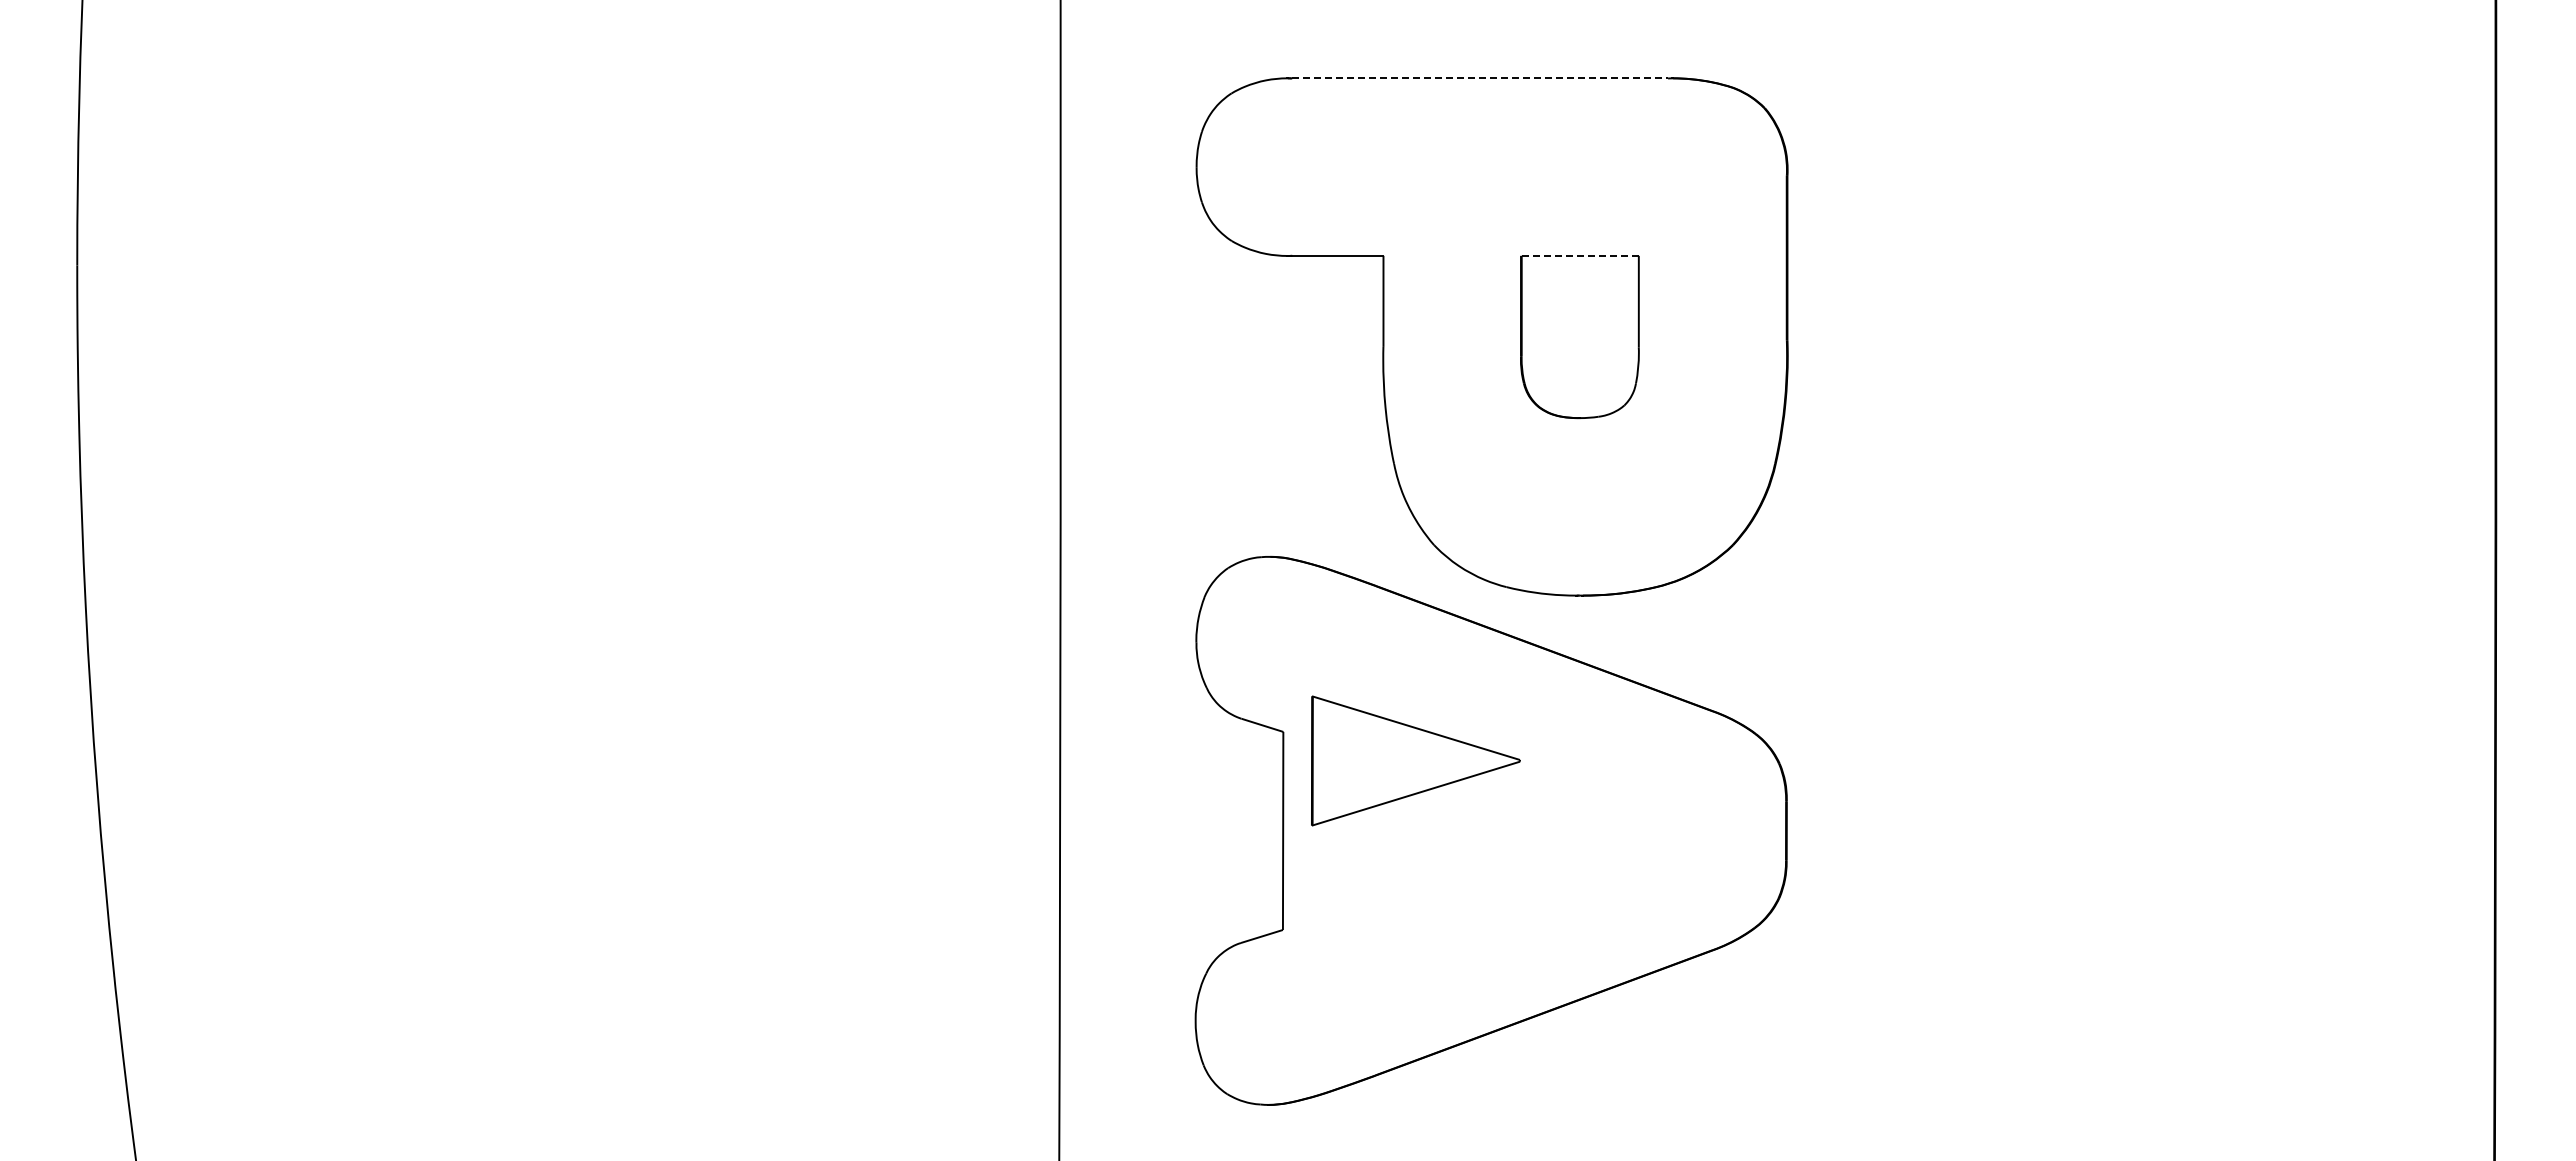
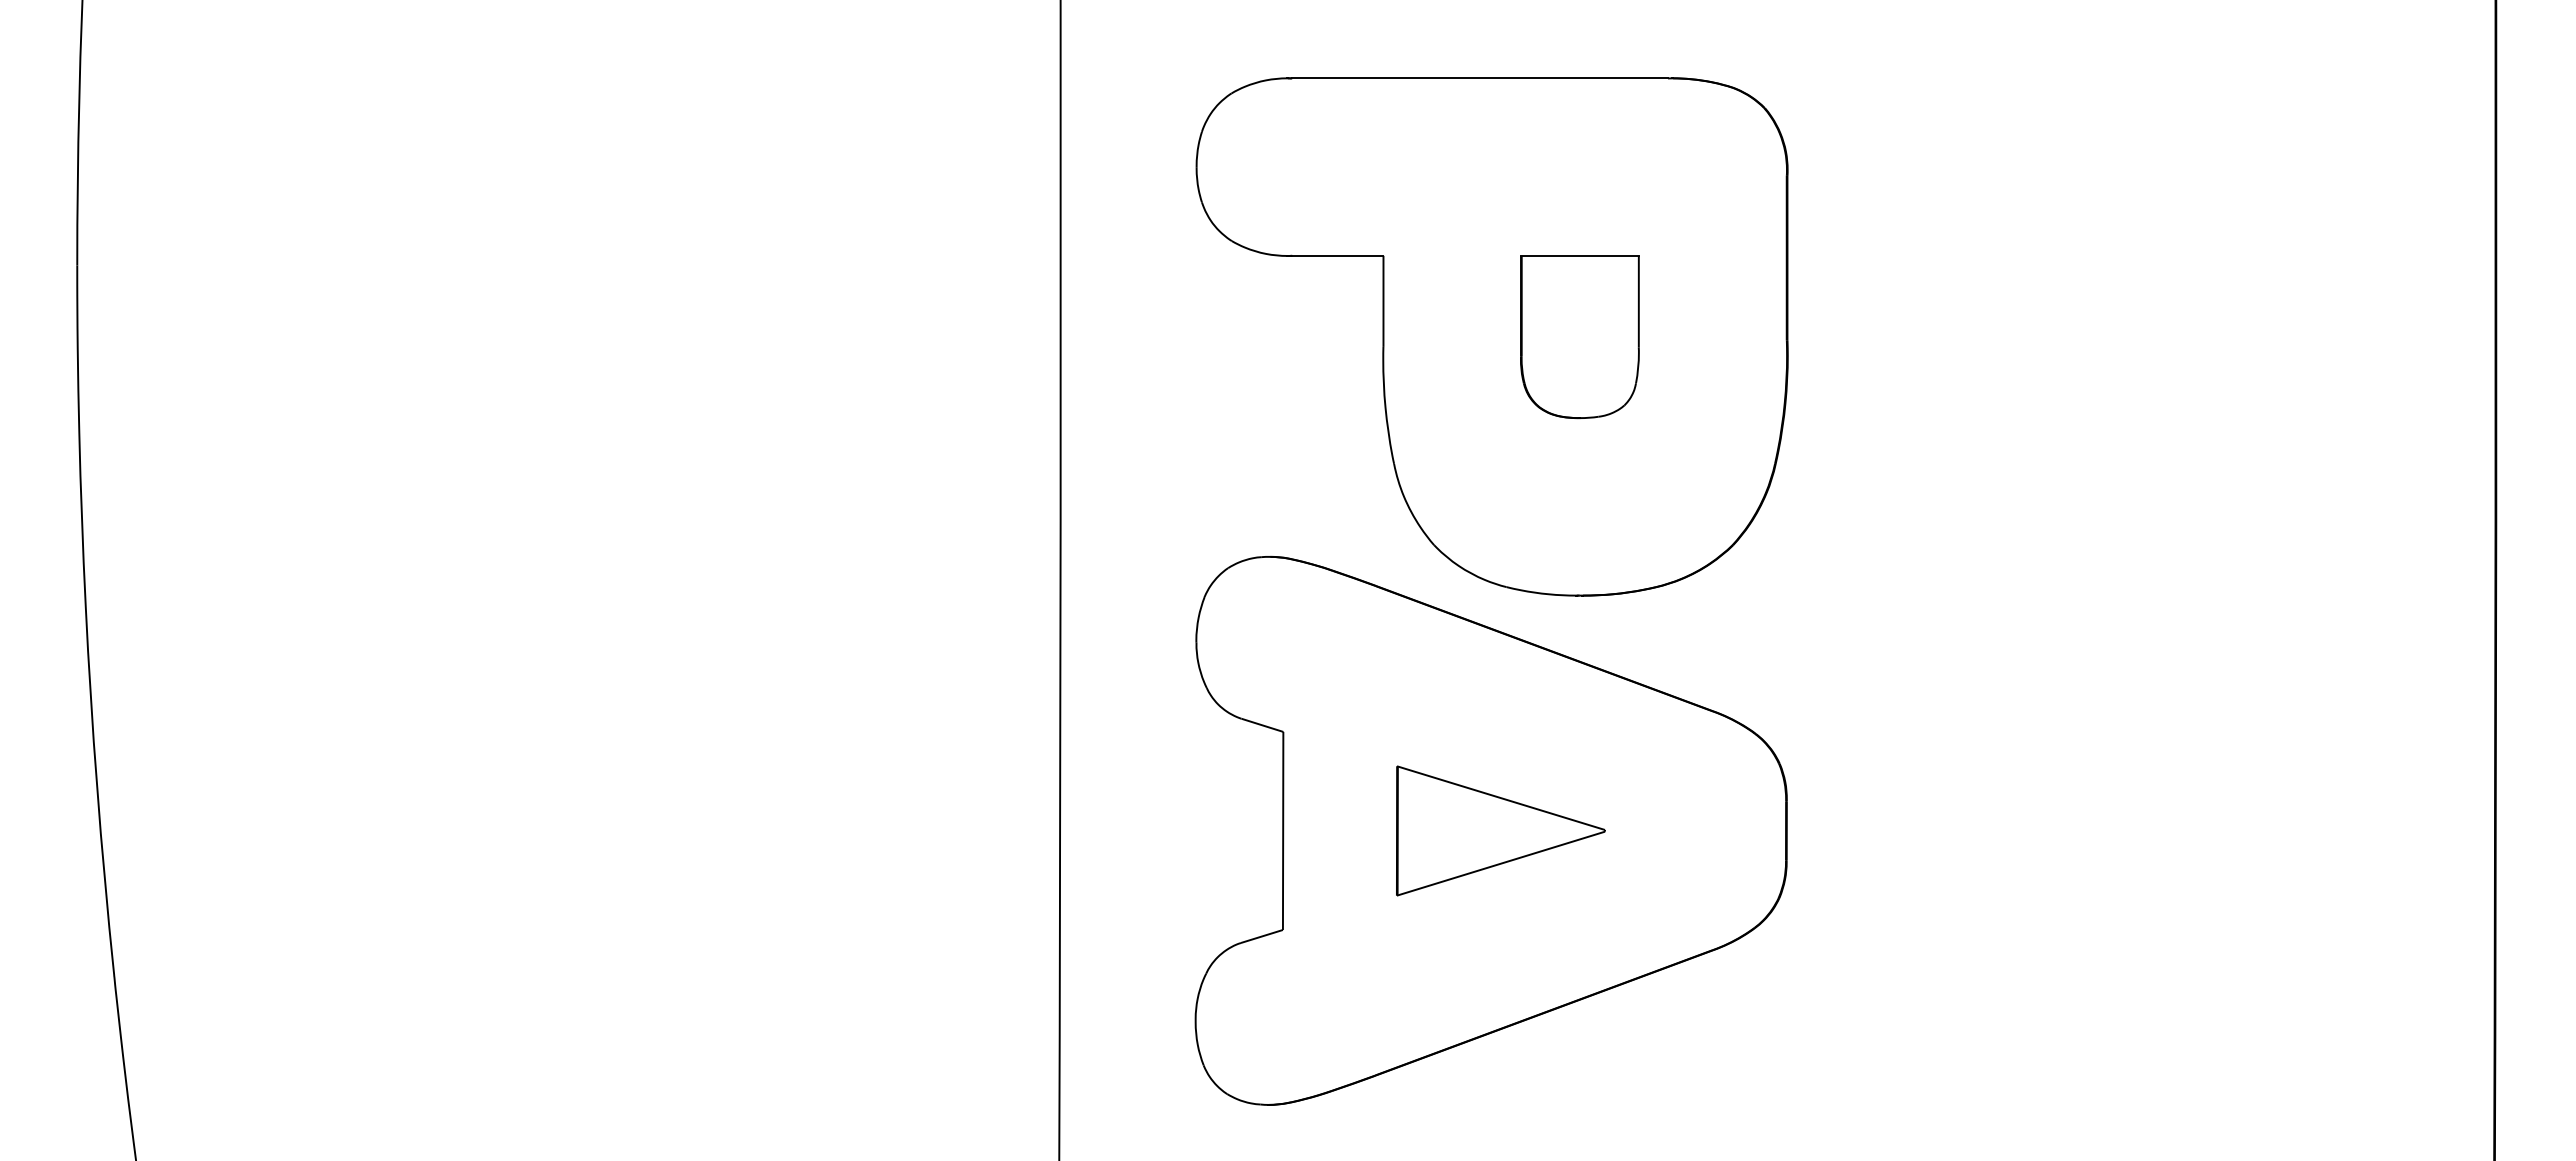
line at (1480, 78): dashed -> solid
line at (1579, 255): dashed -> solid
part at (1415, 760) position: (1415, 760) -> (1500, 830)
